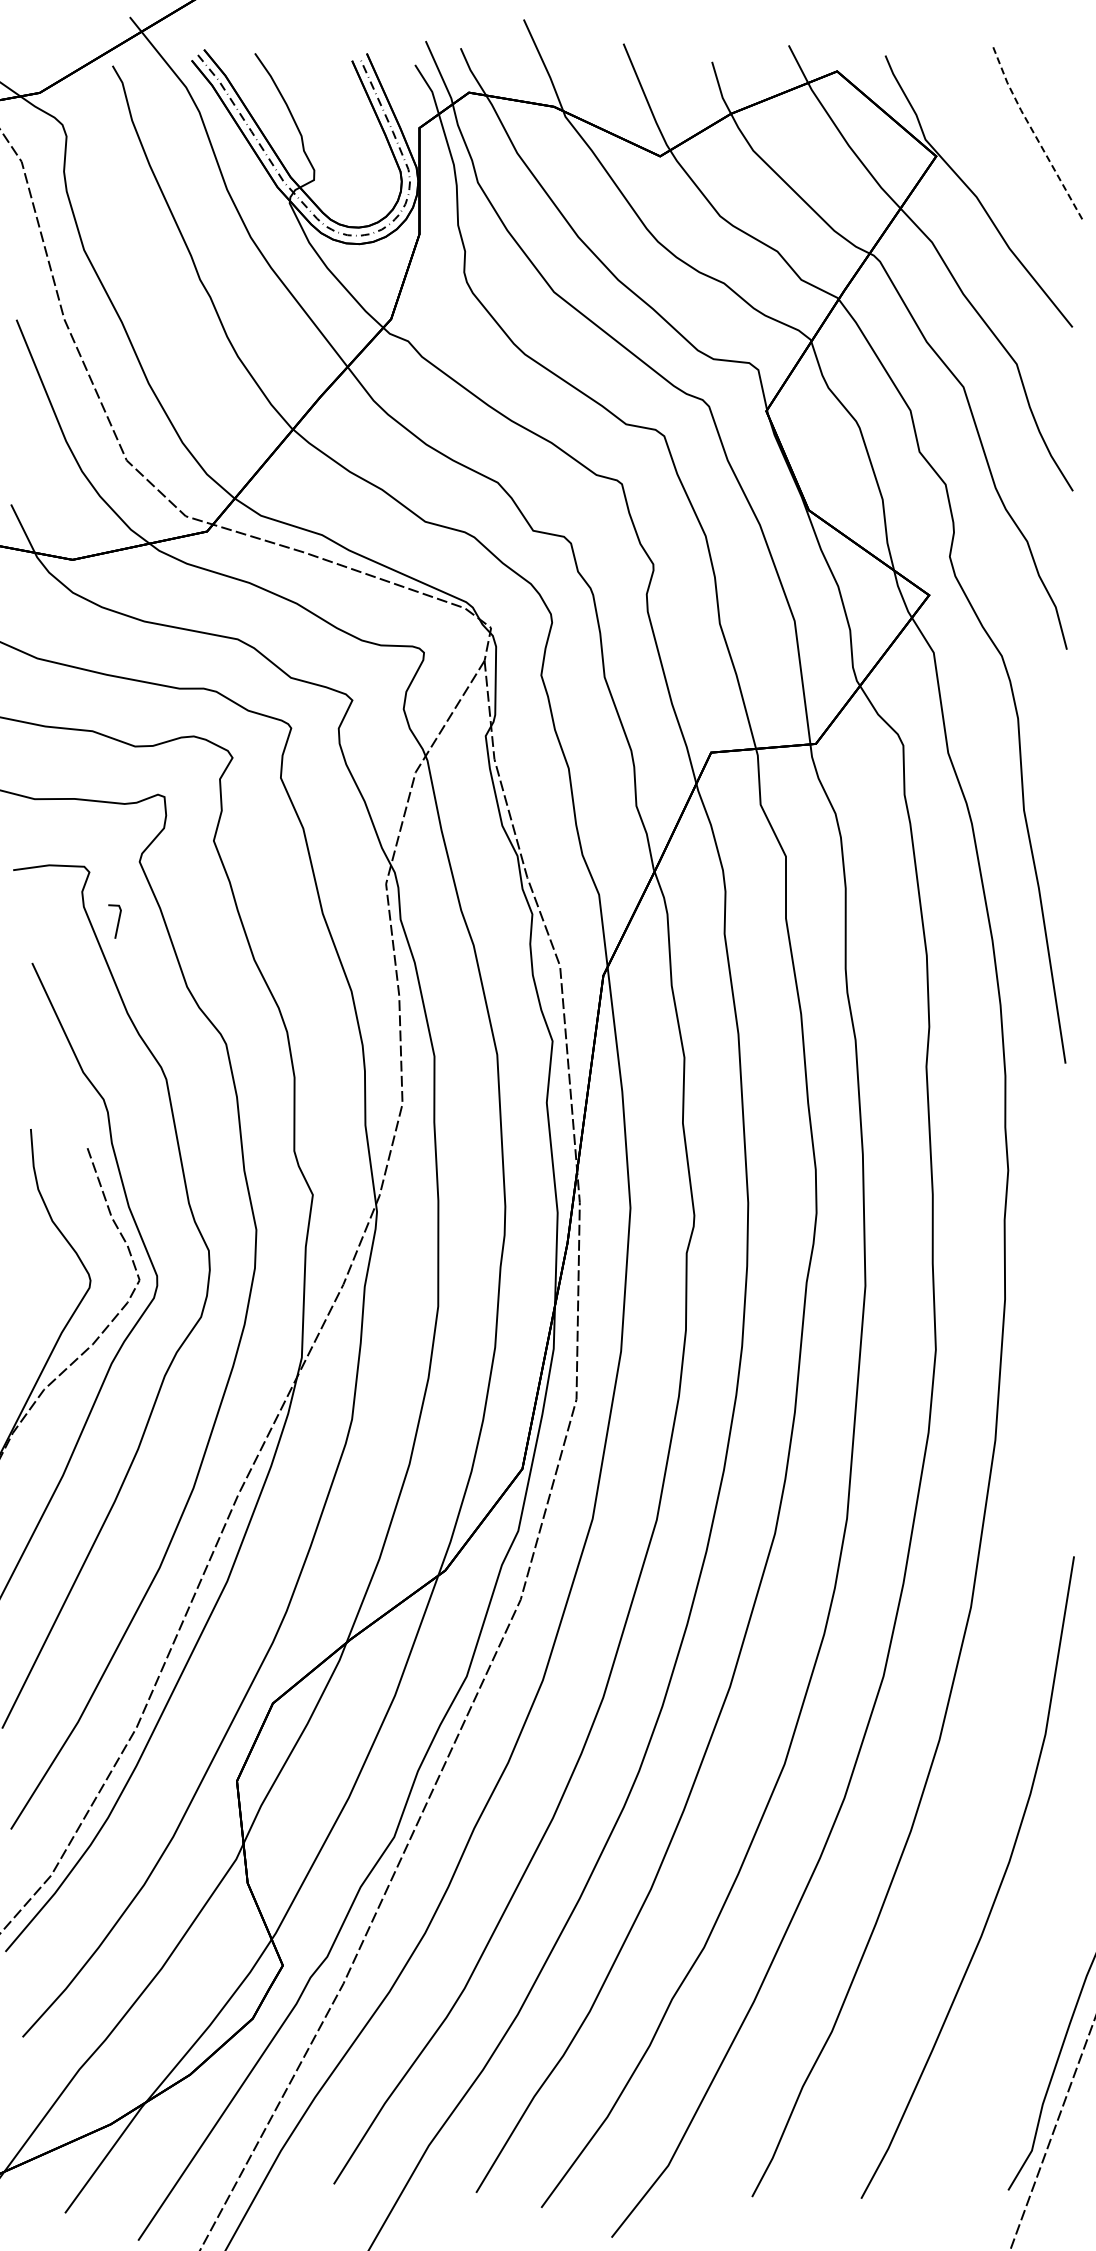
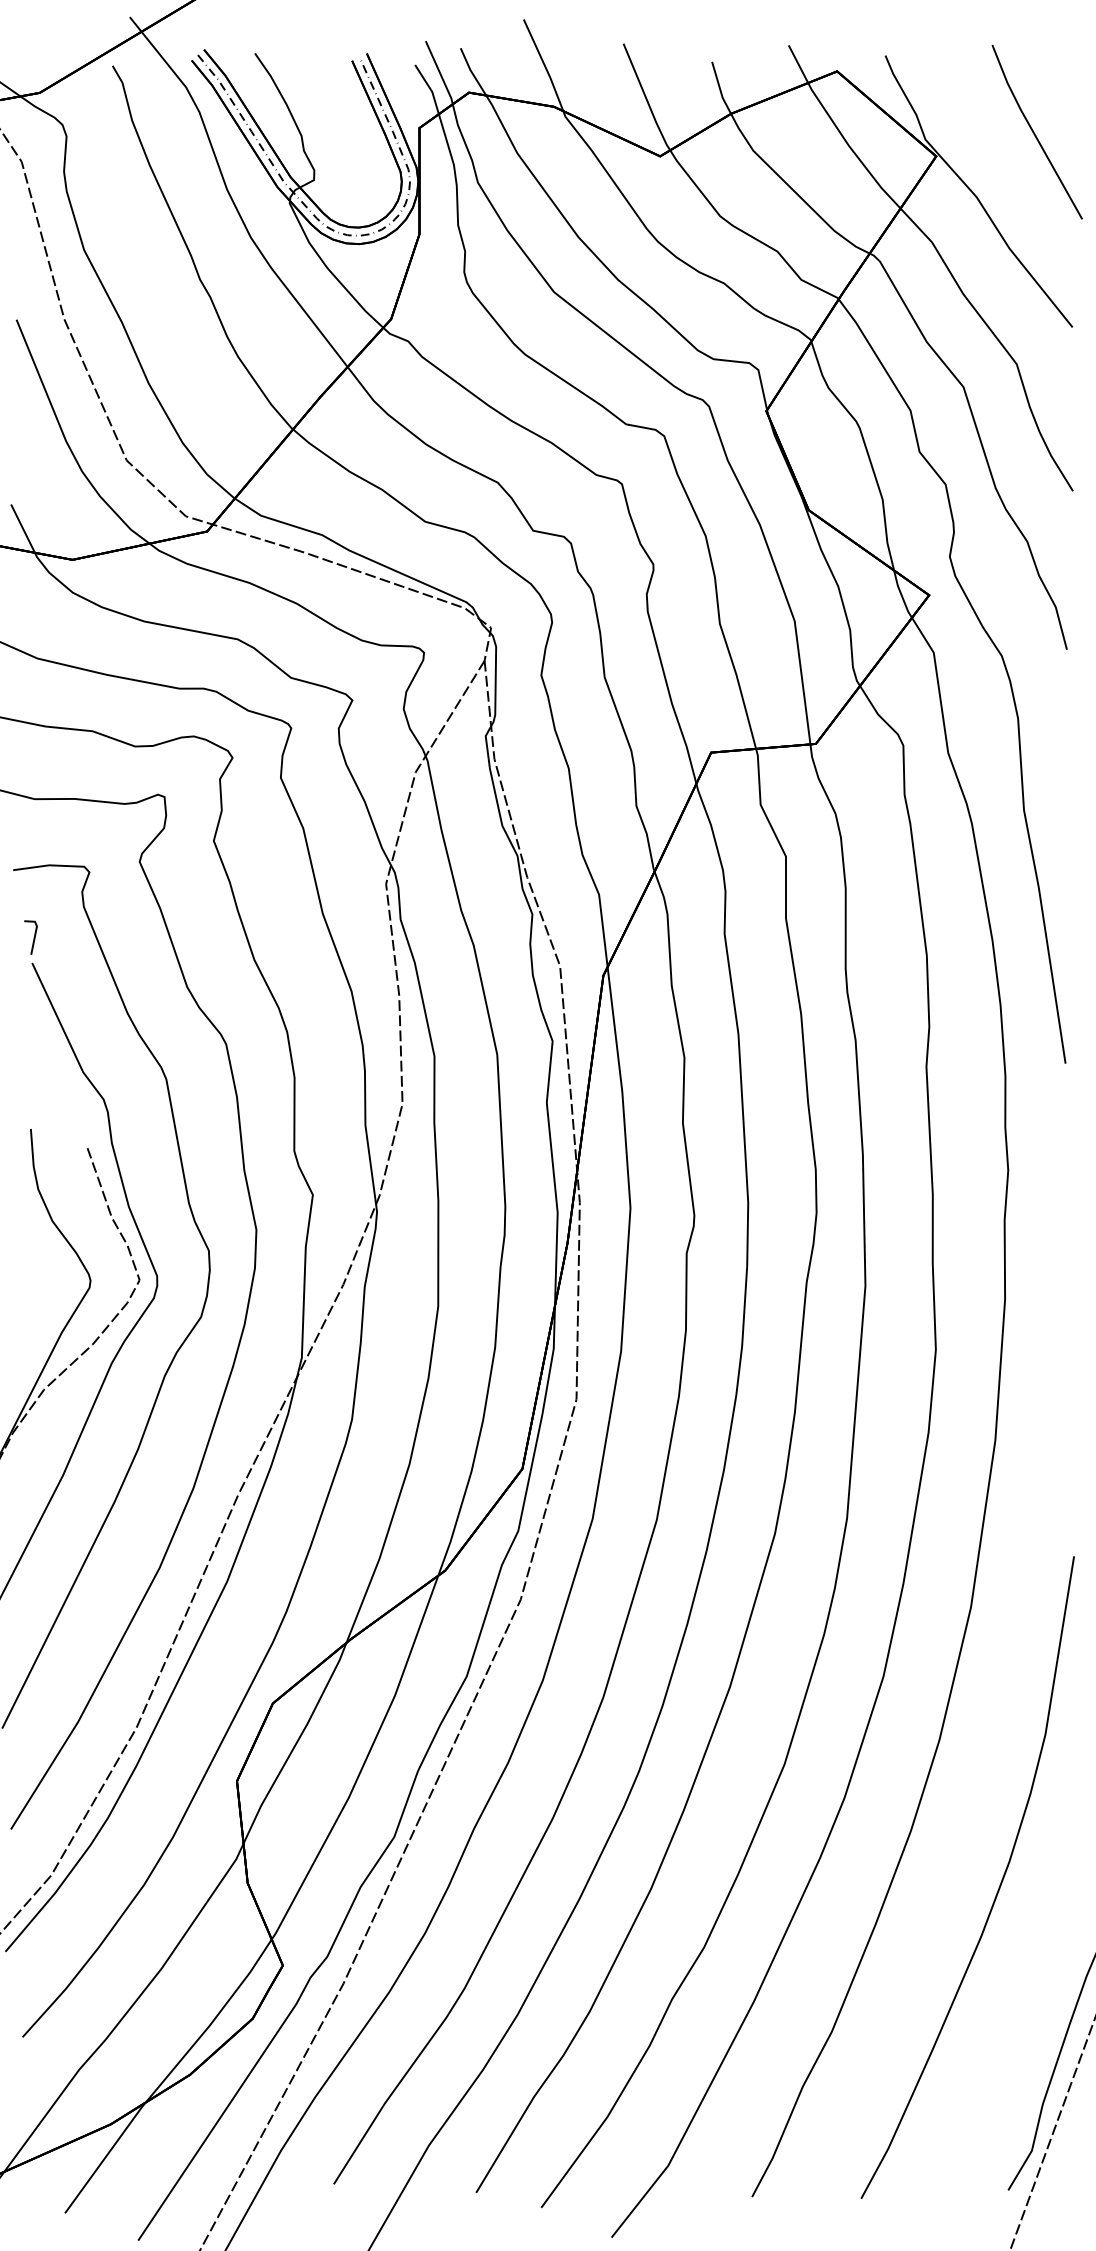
line at (1033, 132): dashed -> solid
line at (117, 921) position: (117, 921) -> (33, 937)
